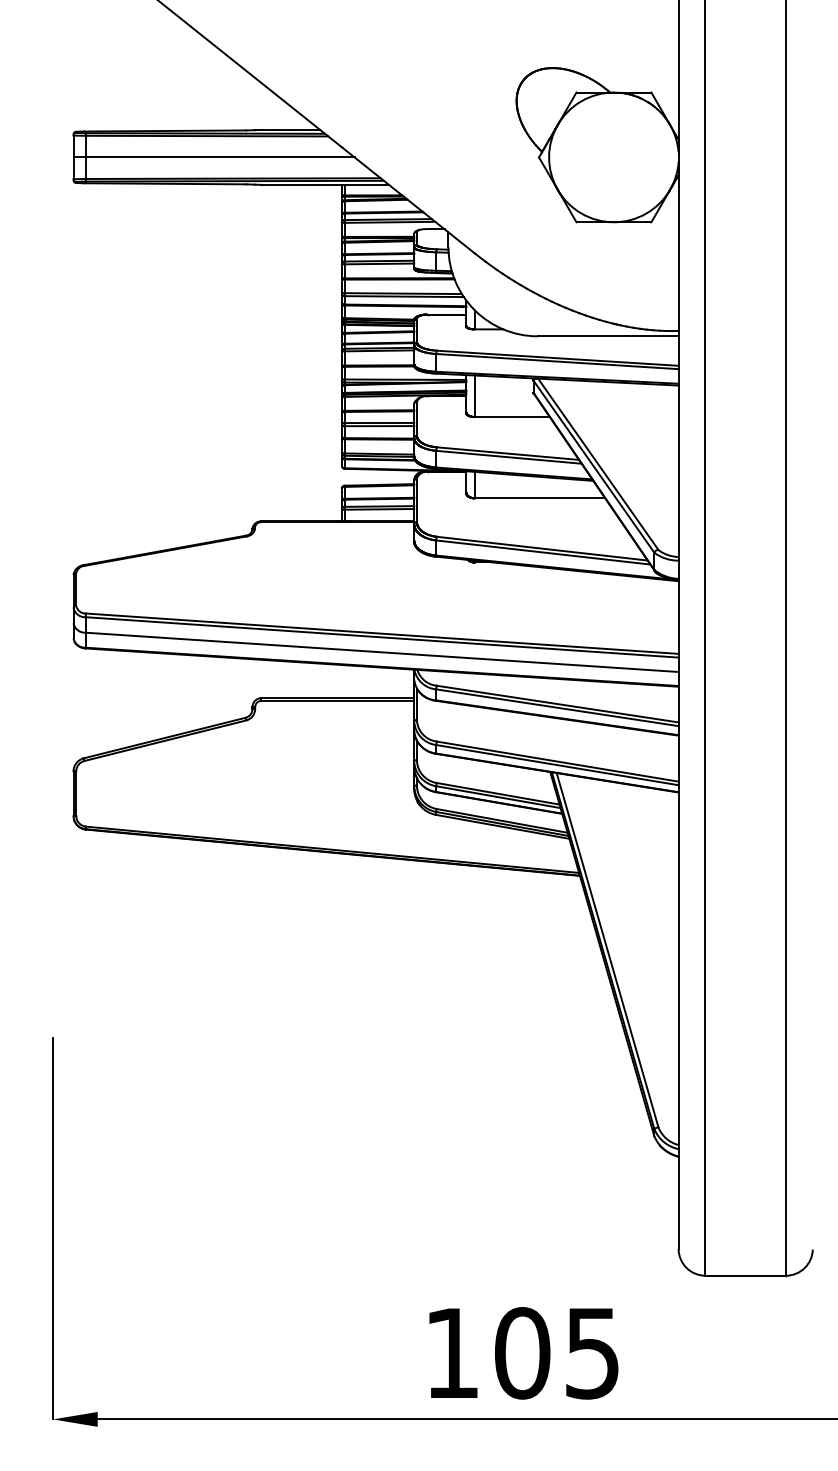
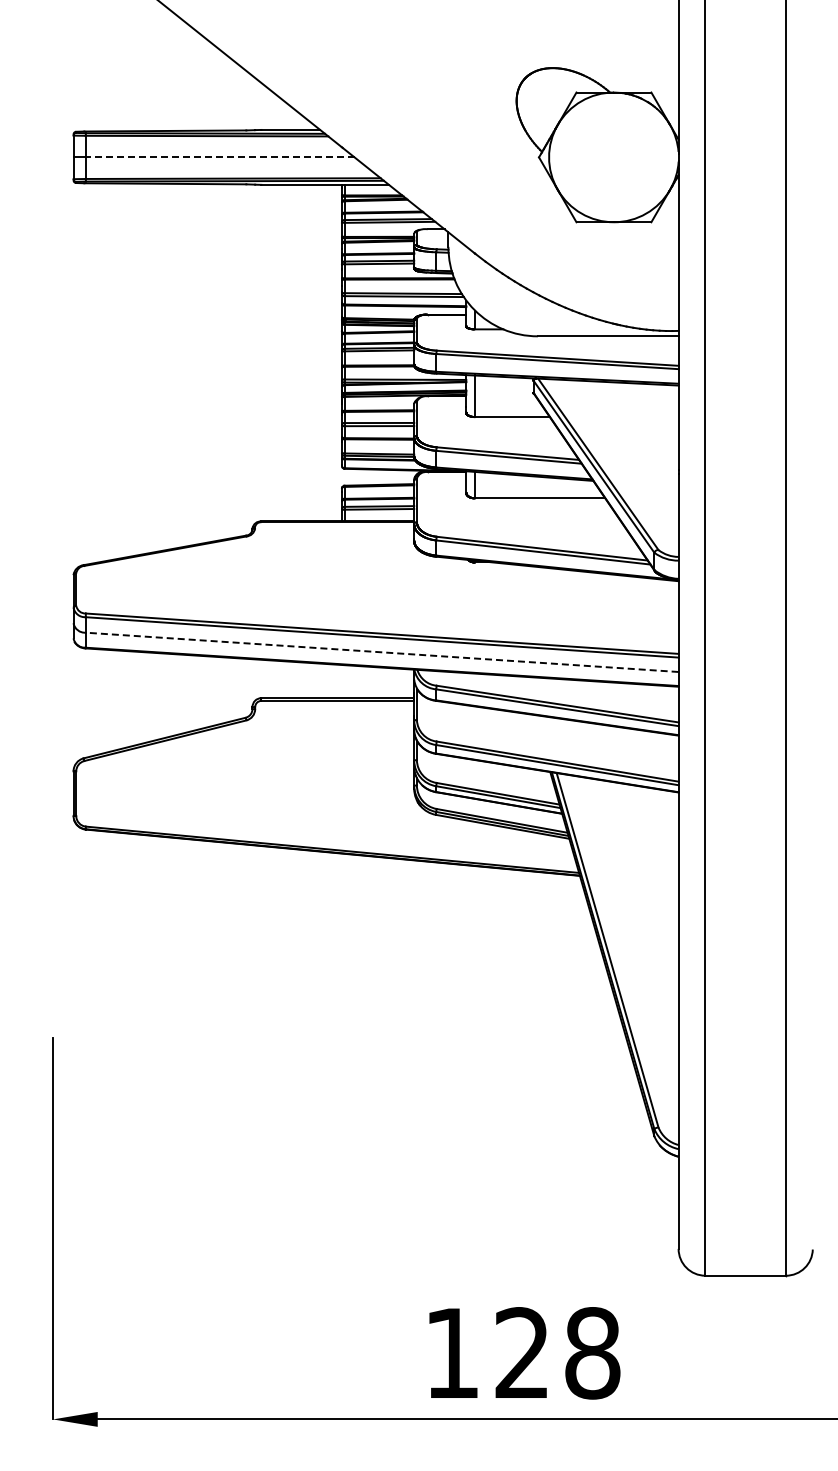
line at (219, 157): solid -> dashed
line at (381, 652): solid -> dashed
text at (557, 1353): 105 -> 128
